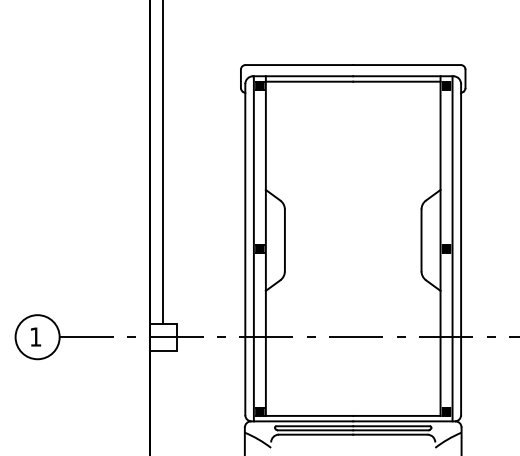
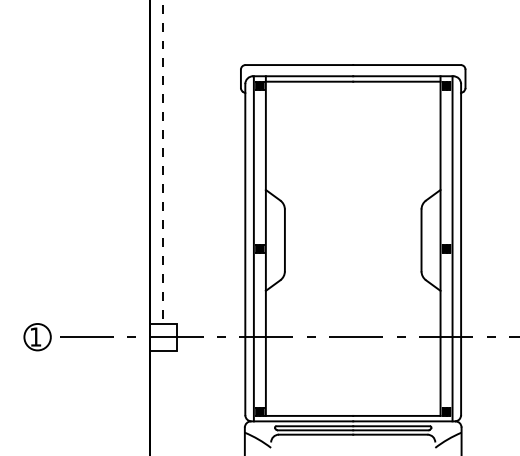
line at (163, 162): solid -> dashed
circle at (37, 337) diameter: 44 px -> 26 px
